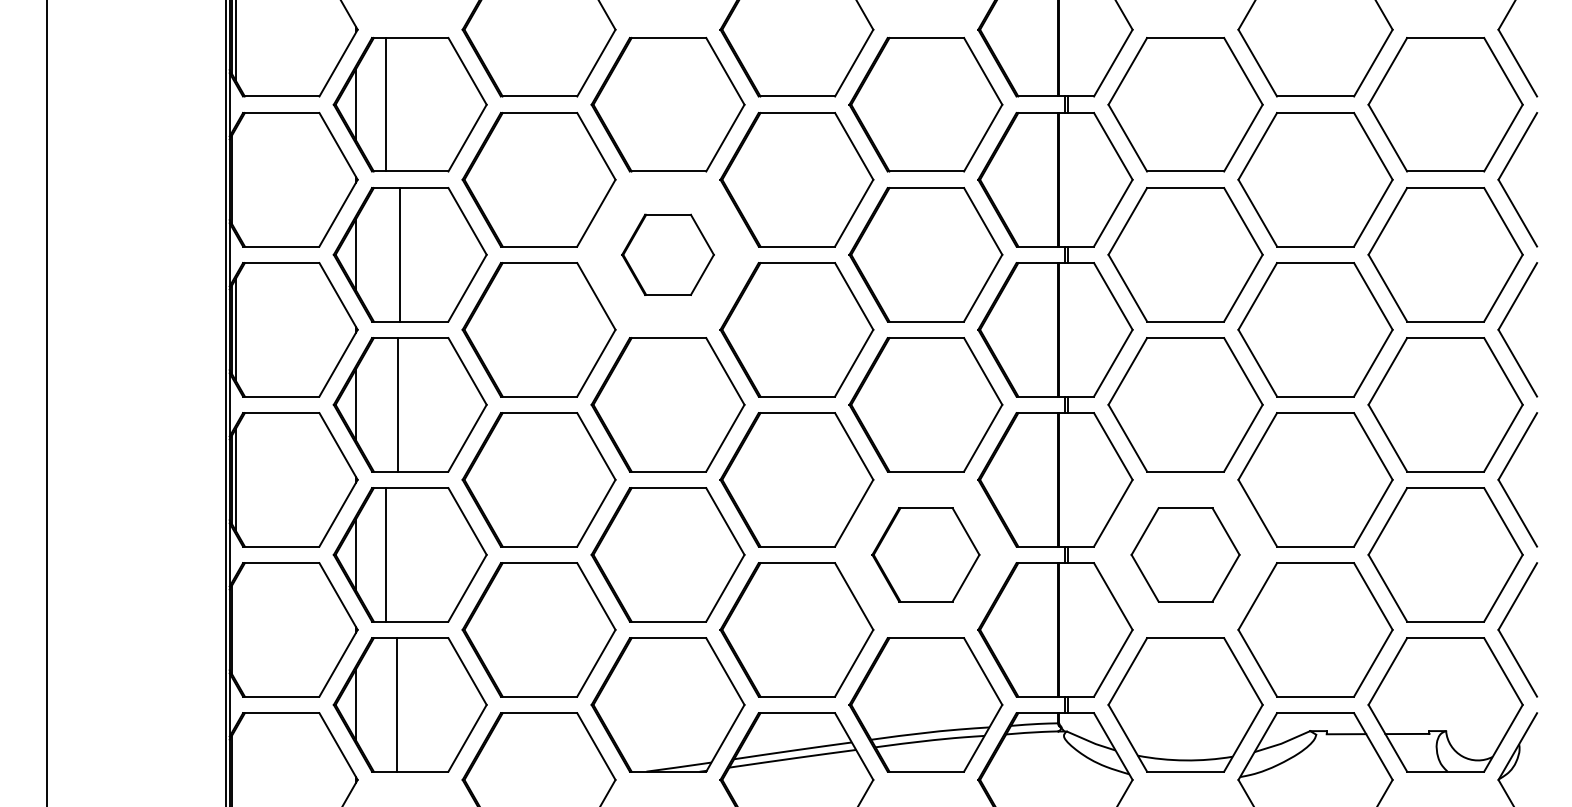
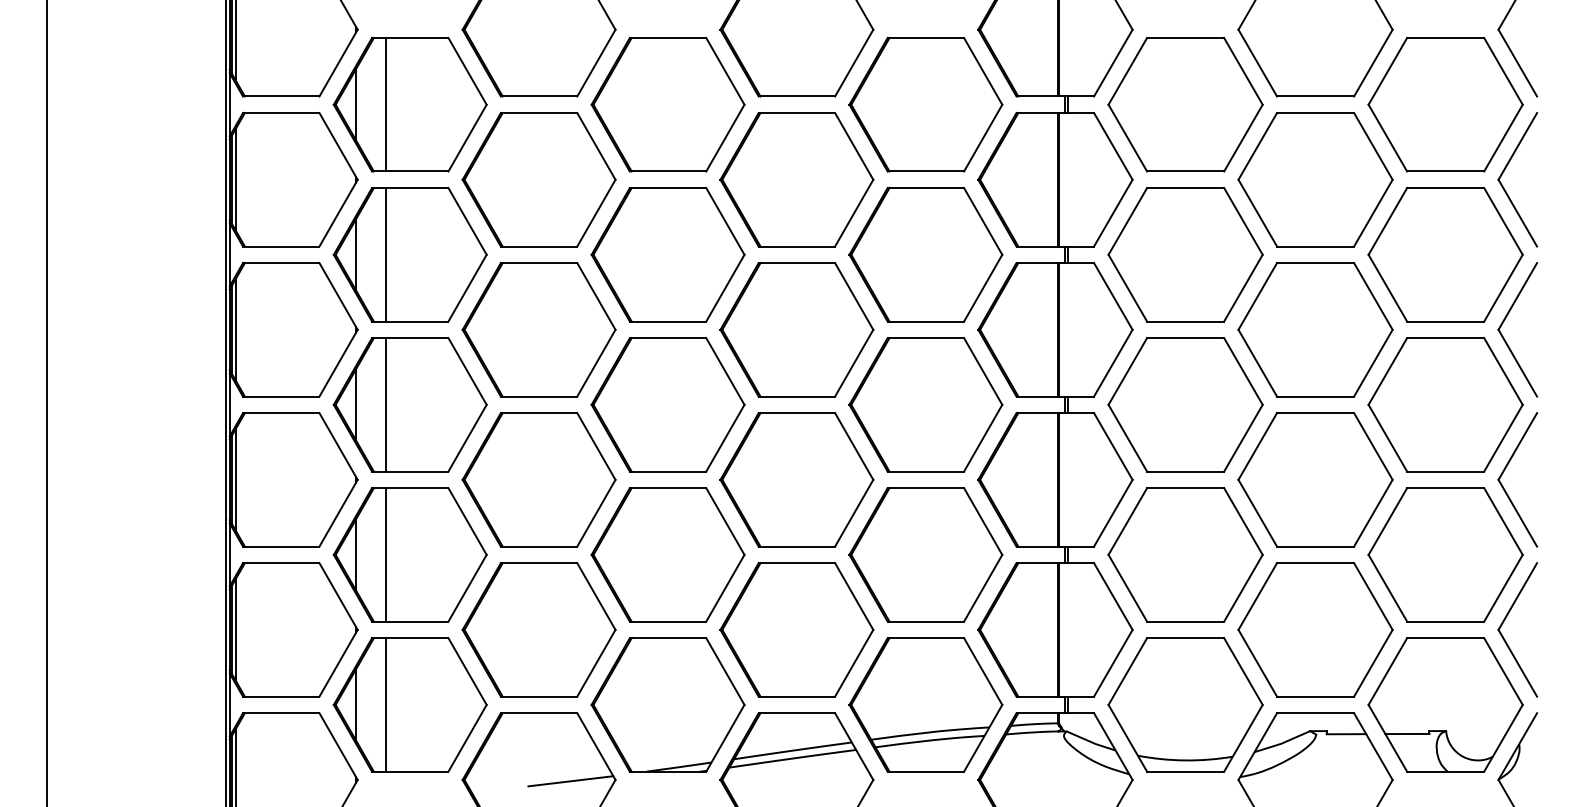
line at (235, 179): none -> present
line at (400, 254) position: (400, 254) -> (386, 254)
part at (667, 254) size: 94x83 px -> 156x136 px
line at (398, 404) position: (398, 404) -> (386, 404)
part at (925, 554) size: 110x96 px -> 156x136 px
part at (1185, 554) size: 111x96 px -> 157x136 px
line at (235, 629): none -> present
line at (397, 704) position: (397, 704) -> (386, 704)
line at (235, 766): none -> present
line at (570, 781): none -> present
